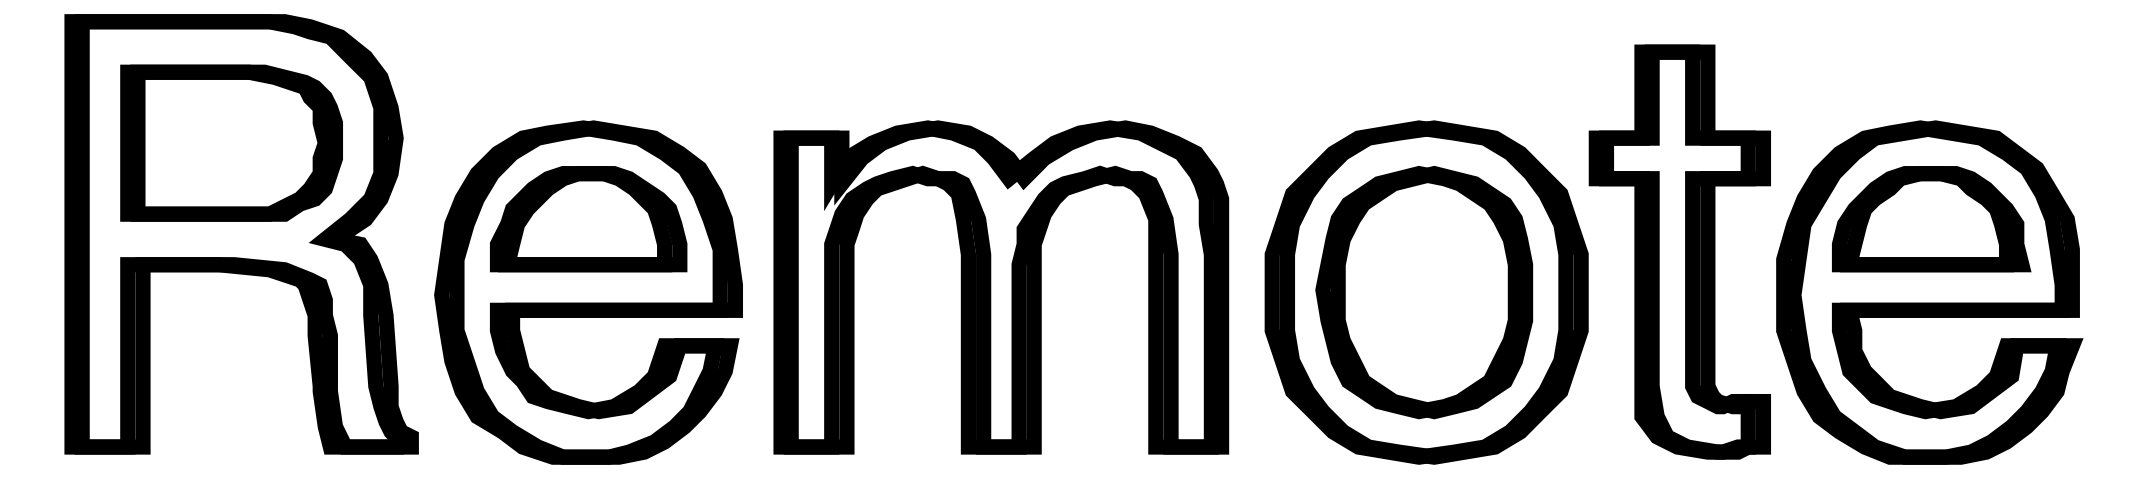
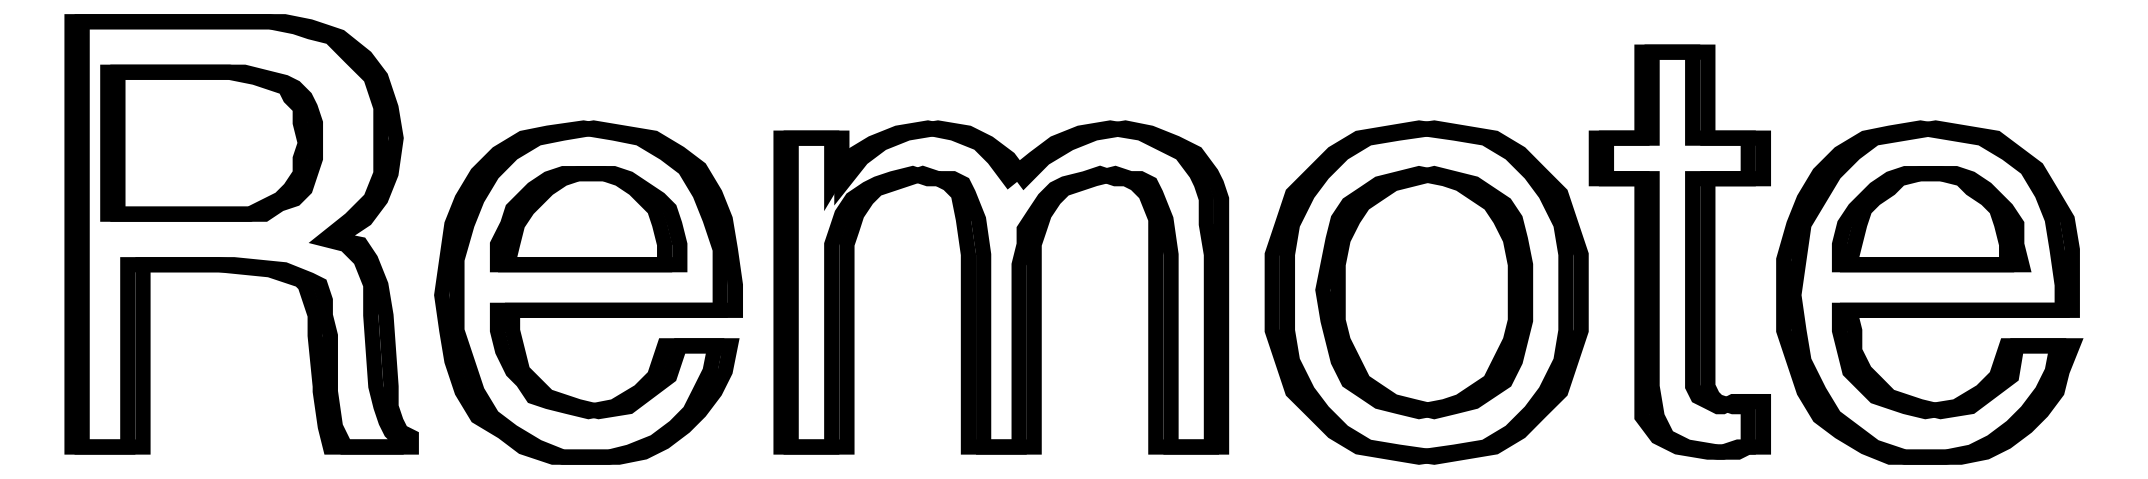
part at (231, 142) position: (231, 142) -> (211, 142)
